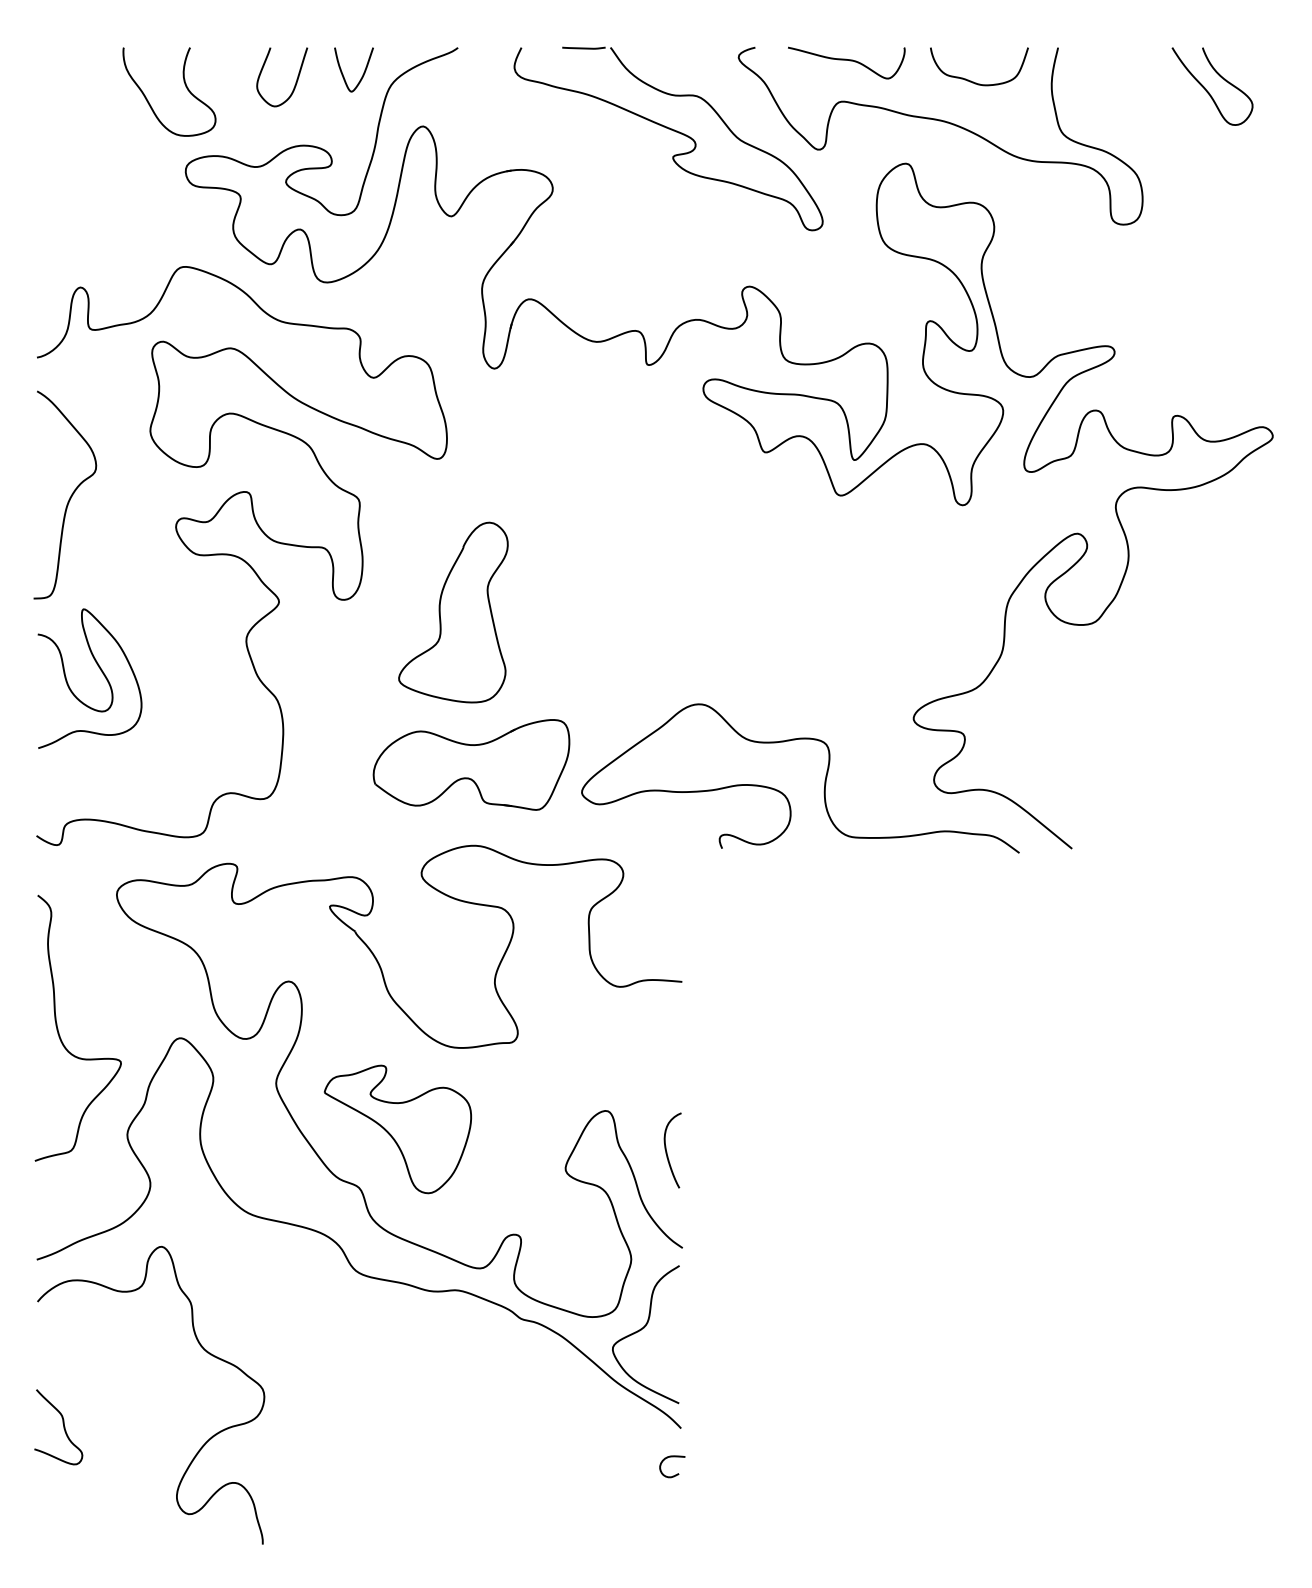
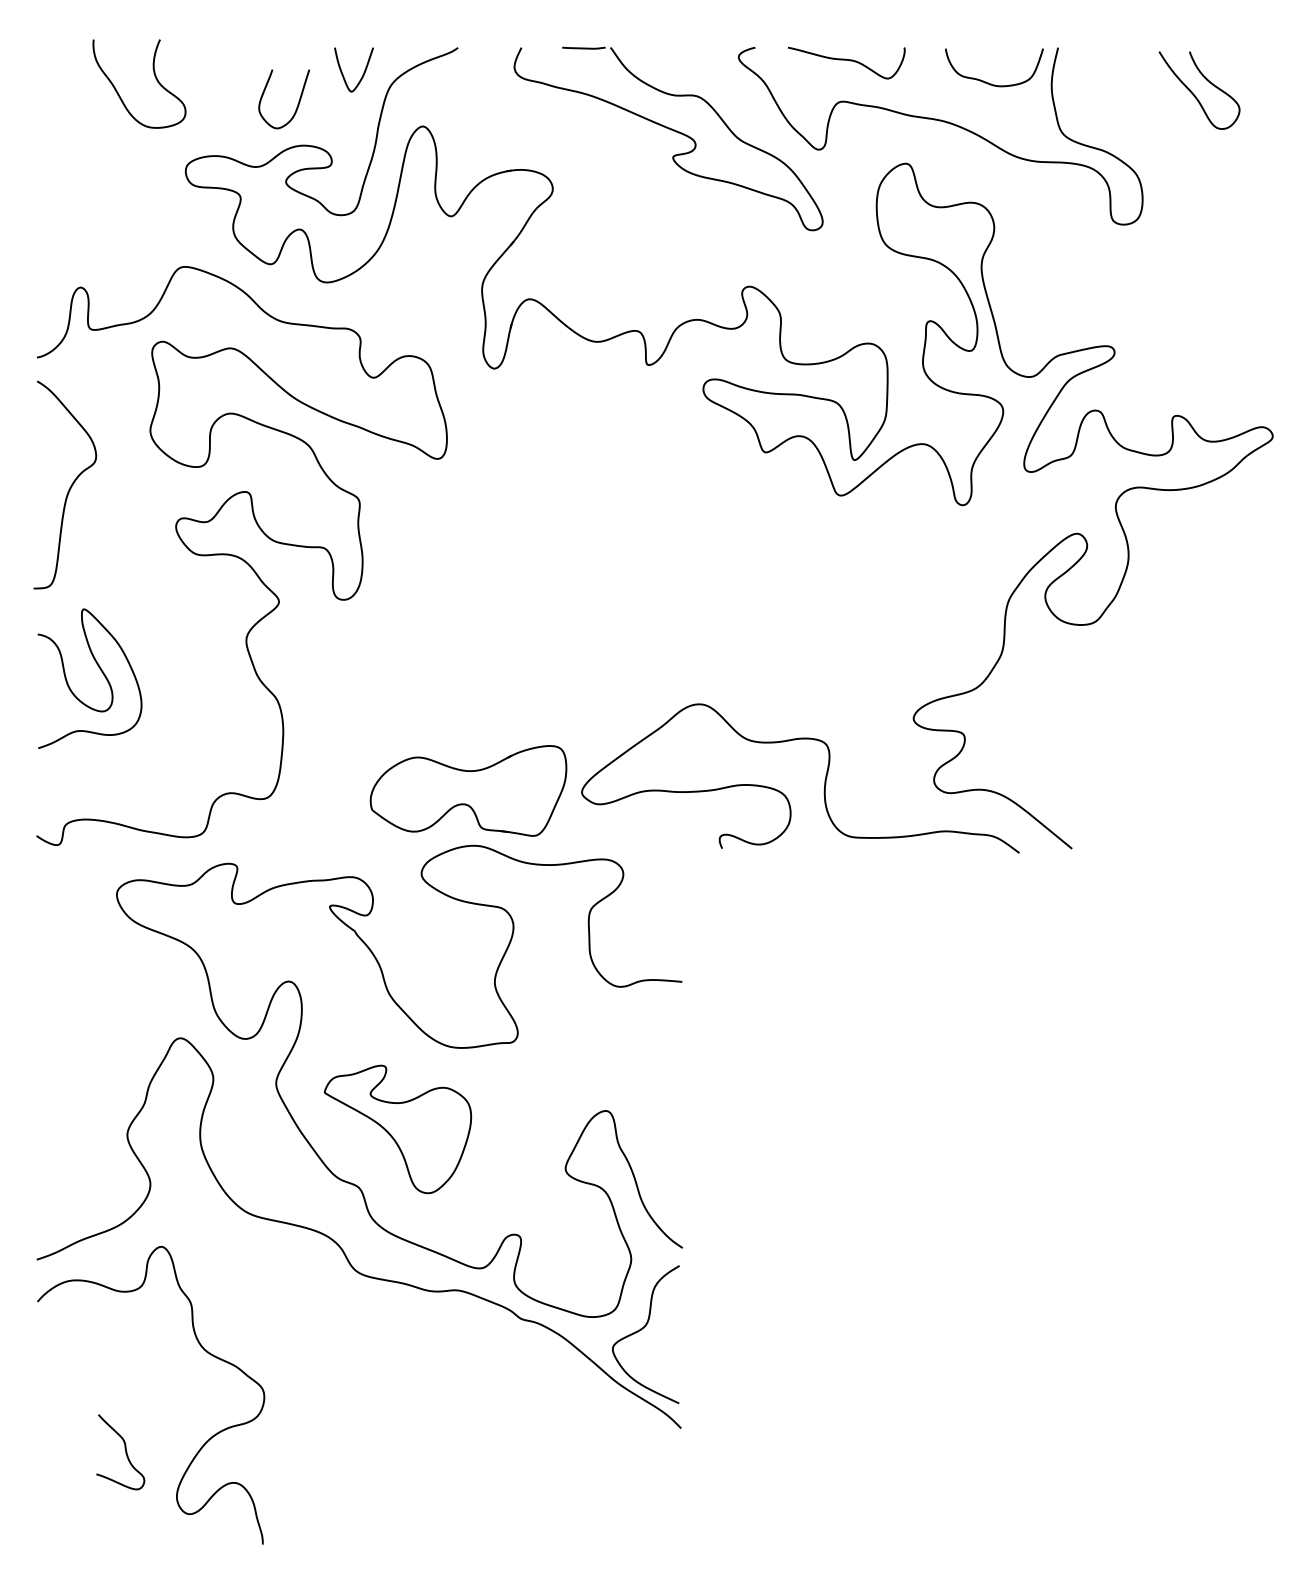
curve at (971, 80) position: (971, 80) -> (986, 81)
curve at (295, 82) position: (295, 82) -> (297, 104)
curve at (184, 84) position: (184, 84) -> (154, 76)
curve at (1207, 90) position: (1207, 90) -> (1194, 94)
curve at (69, 497) position: (69, 497) -> (69, 487)
part at (453, 612): present -> none
part at (471, 764) position: (471, 764) -> (468, 790)
curve at (59, 1032): present -> none
curve at (667, 1151): present -> none
curve at (63, 1427) position: (63, 1427) -> (125, 1452)
curve at (675, 1474): present -> none
